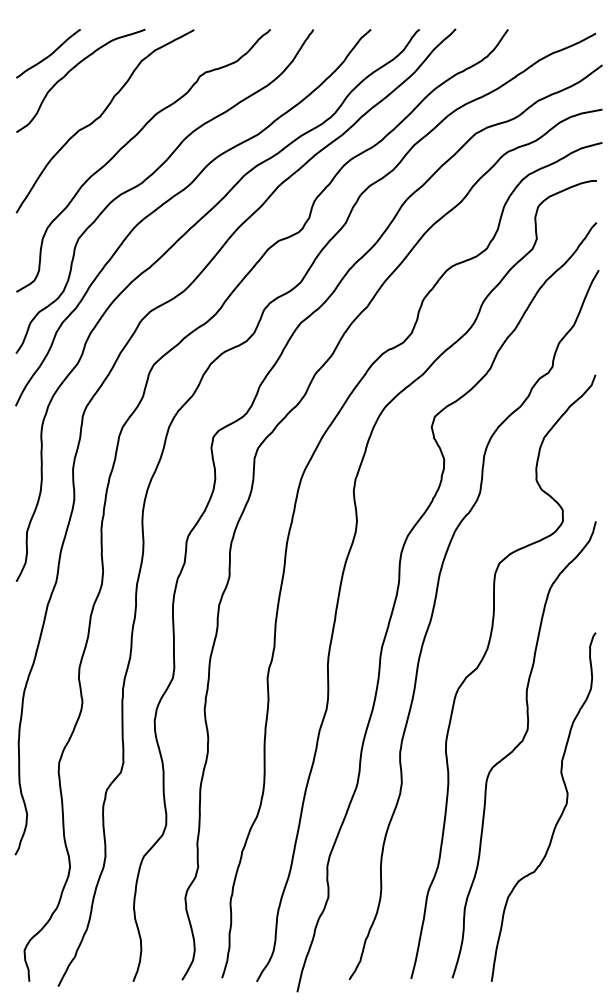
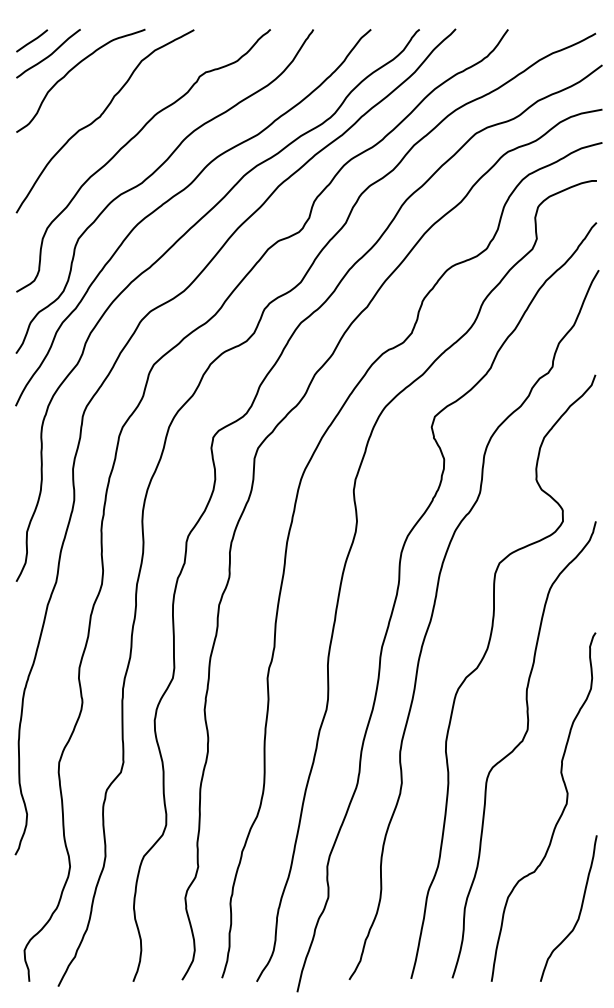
line at (32, 40): none -> present
curve at (579, 911): none -> present
